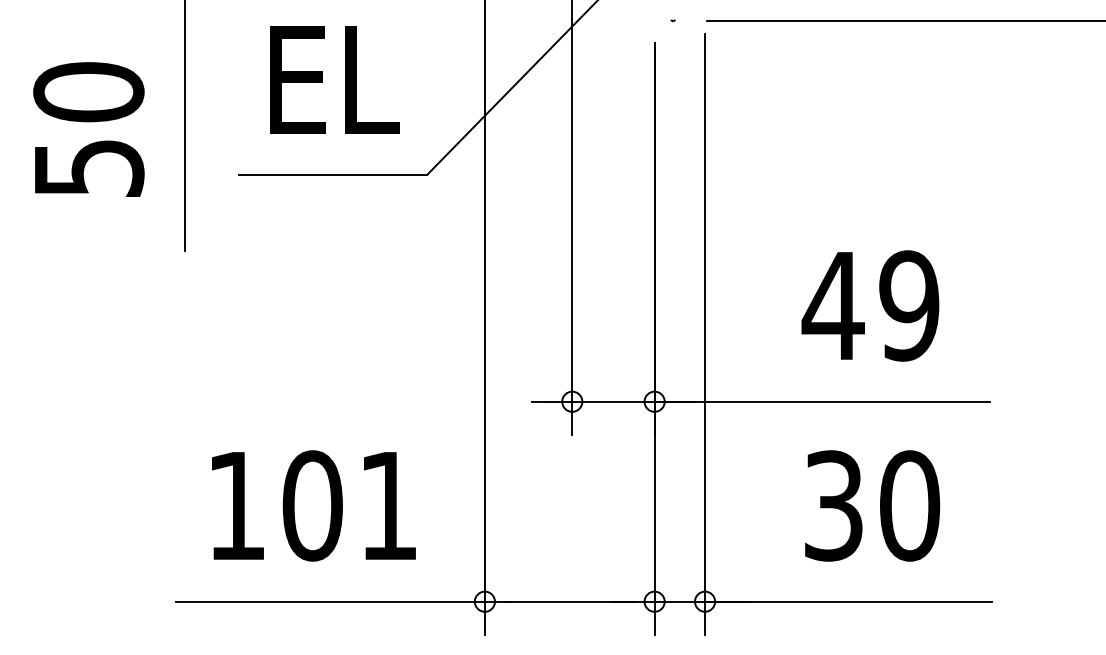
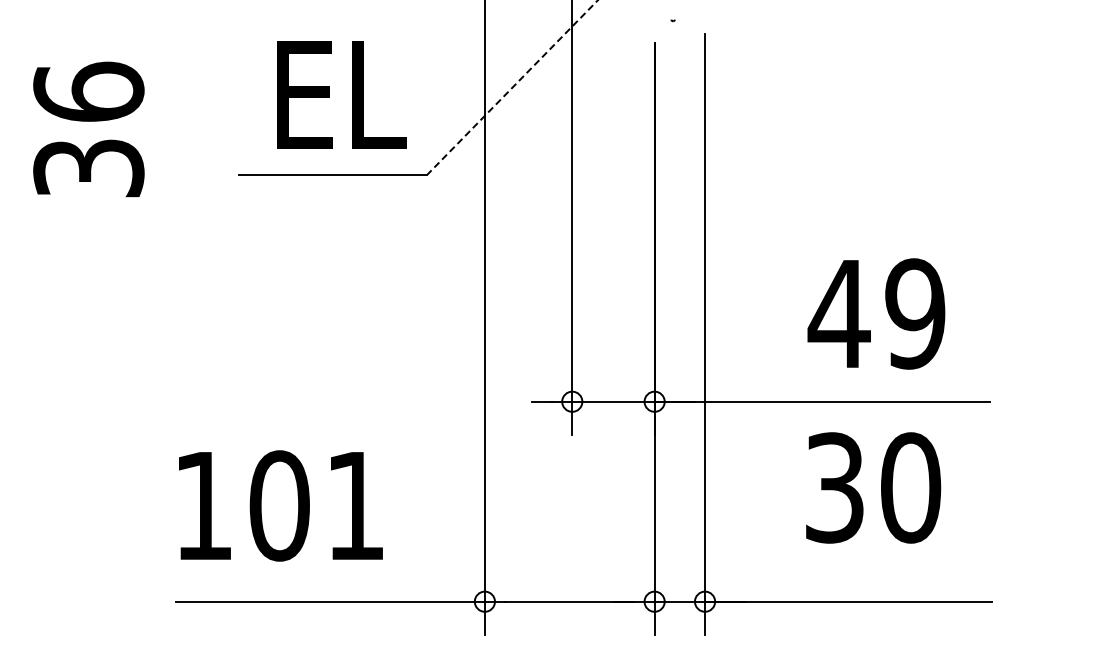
line at (904, 21): present -> none
text at (334, 79) position: (334, 79) -> (341, 94)
line at (512, 87): solid -> dashed
line at (184, 126): present -> none
text at (88, 129): 50 -> 36
text at (870, 305) position: (870, 305) -> (876, 313)
text at (313, 505) position: (313, 505) -> (280, 505)
text at (872, 505) position: (872, 505) -> (873, 487)
